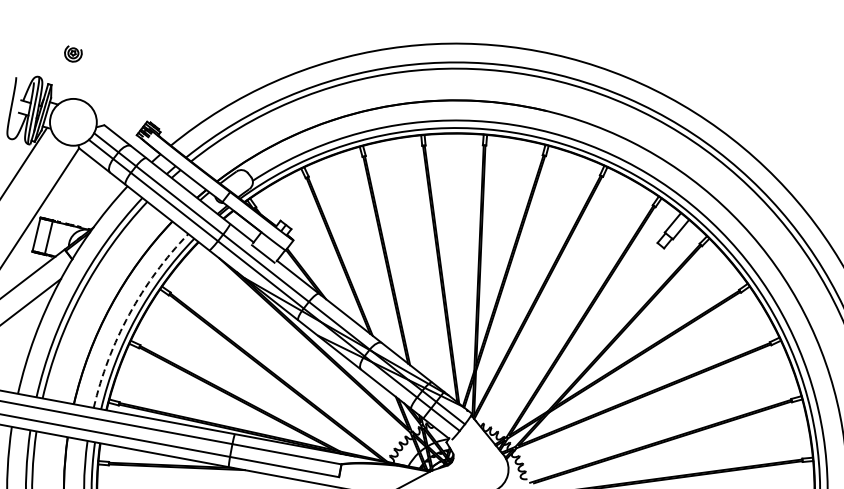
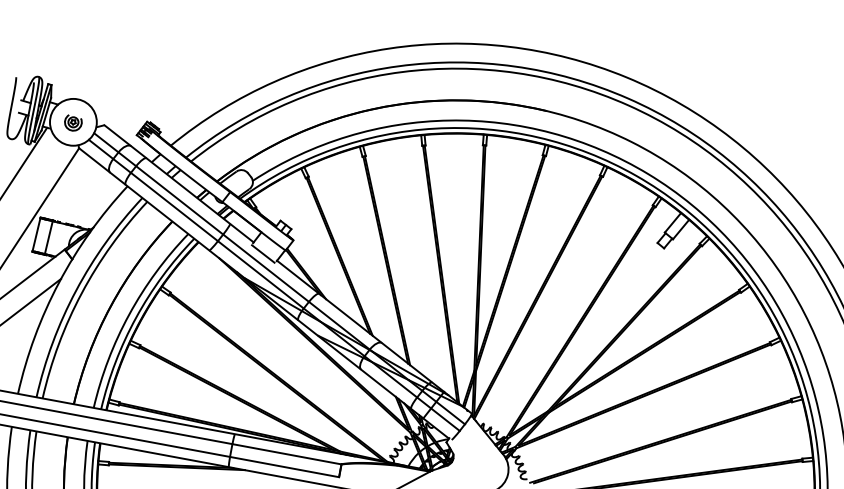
part at (73, 53) position: (73, 53) -> (73, 122)
arc at (129, 314): dashed -> solid
